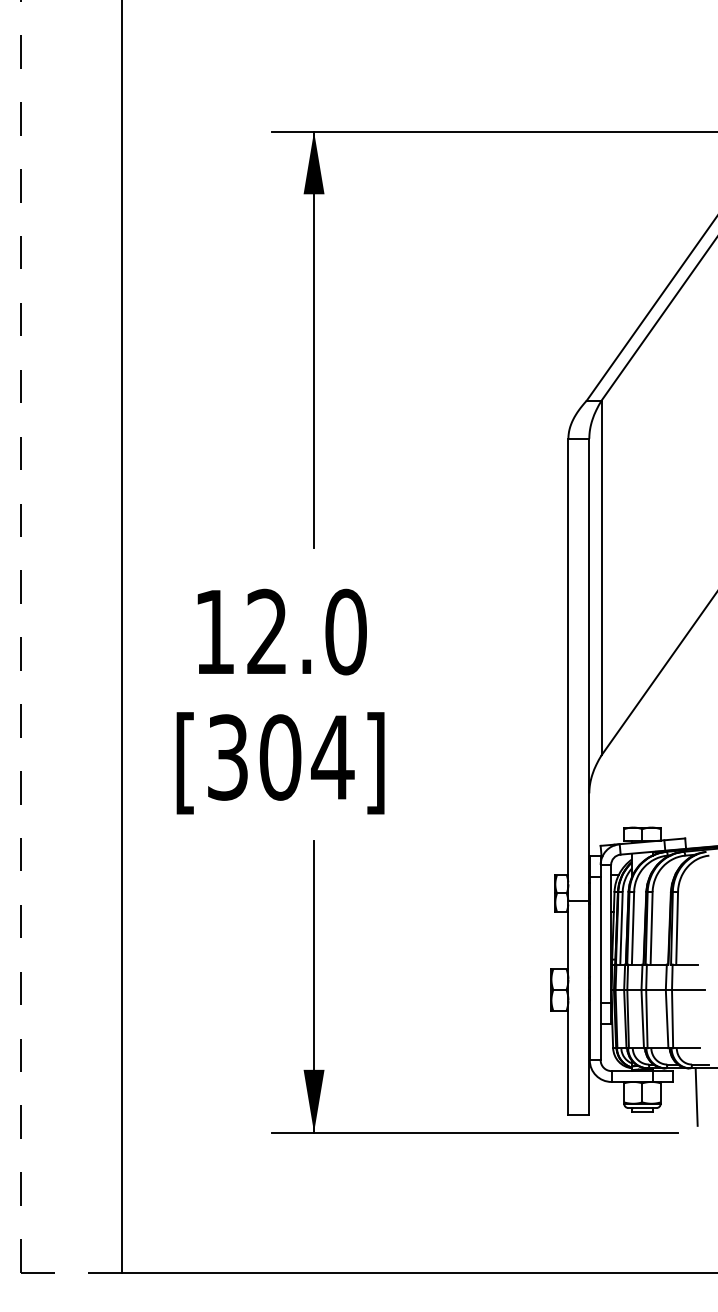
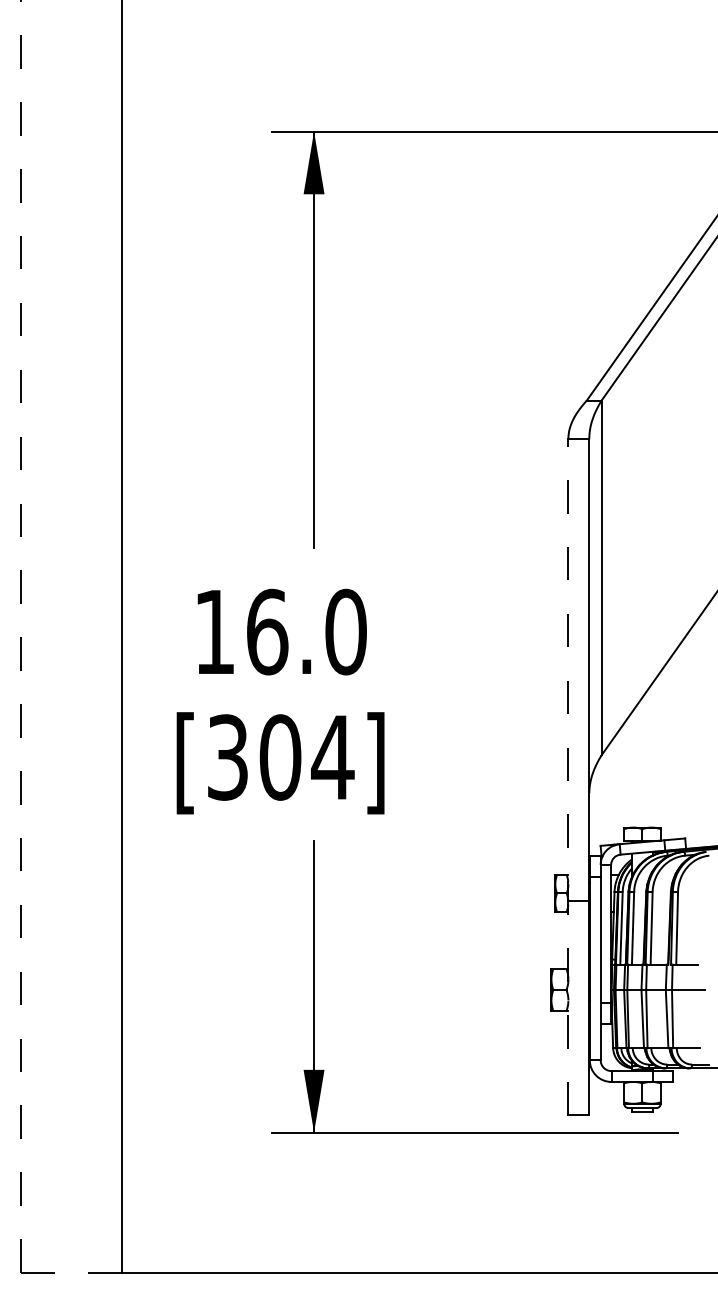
text at (267, 631): 12.0 -> 16.0
line at (568, 776): solid -> dashed
line at (696, 1096): present -> none
